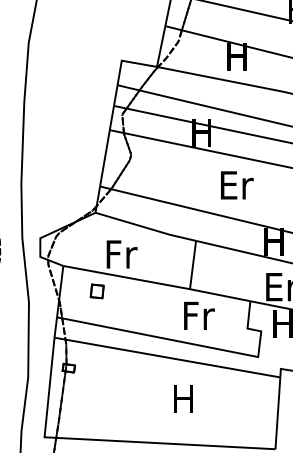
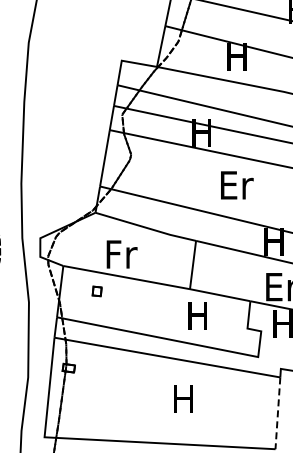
part at (96, 291) size: 16x17 px -> 12x13 px
text at (199, 315): Fr -> H
line at (277, 413): solid -> dashed
